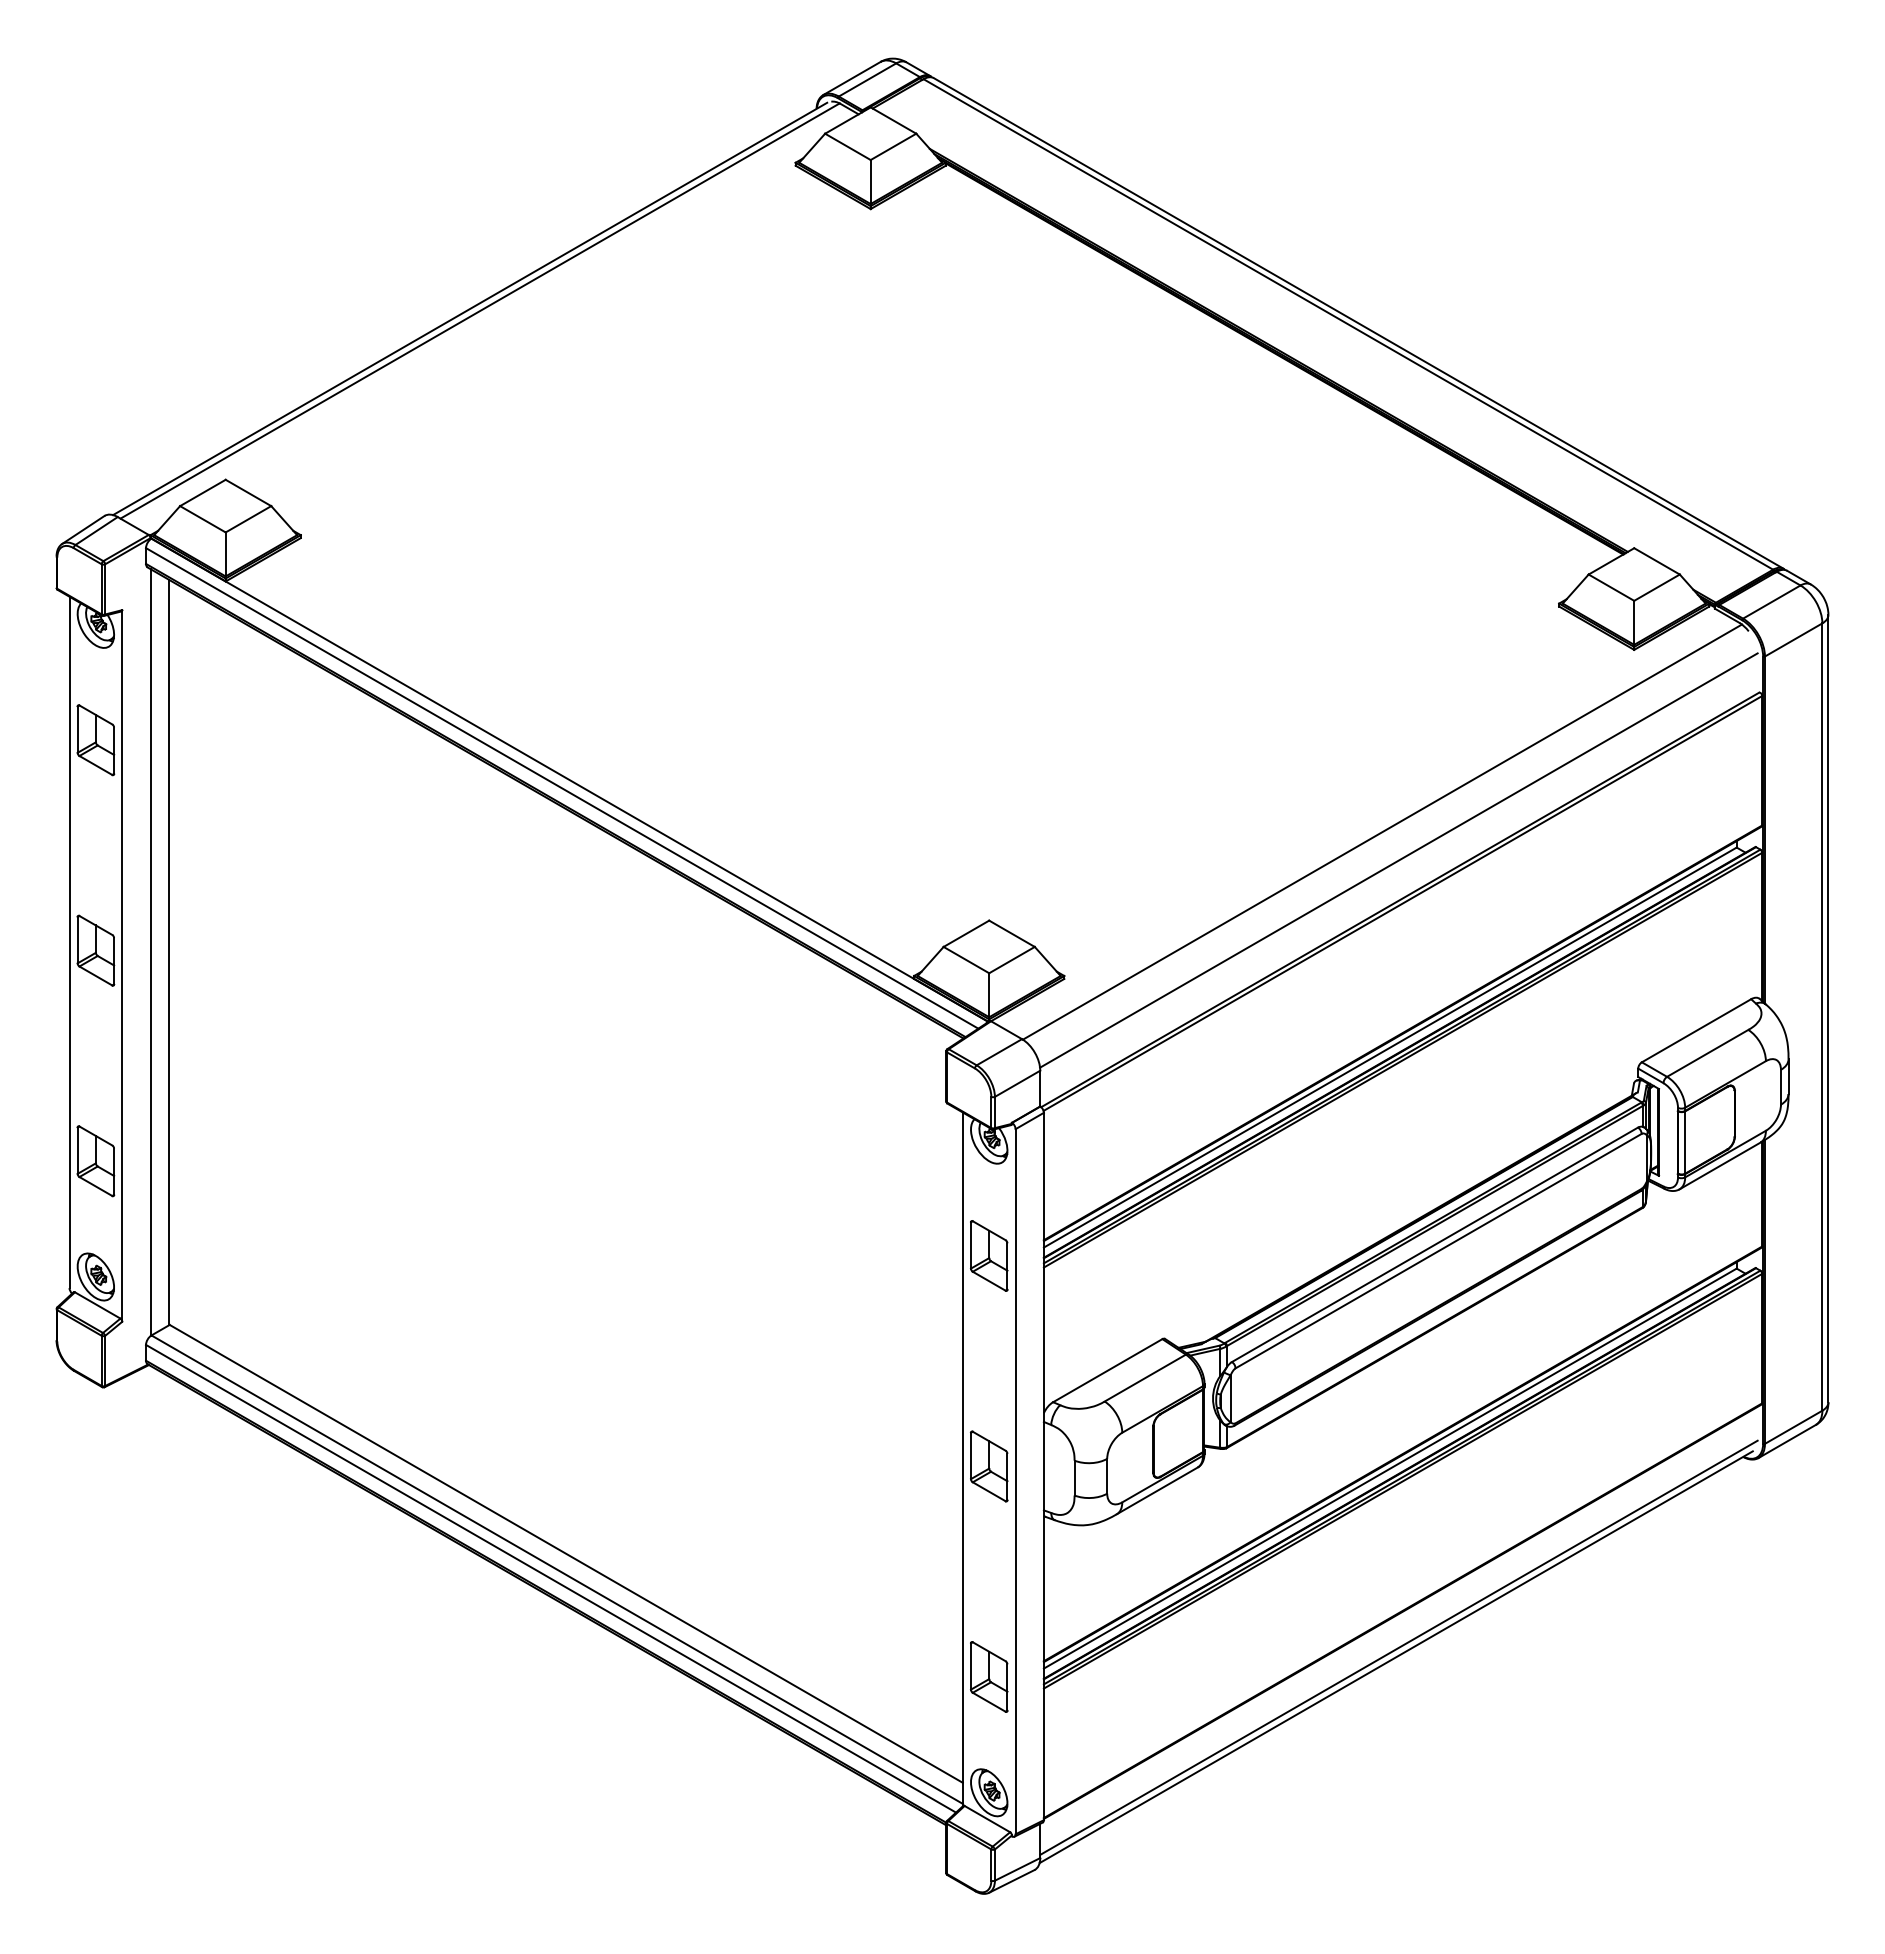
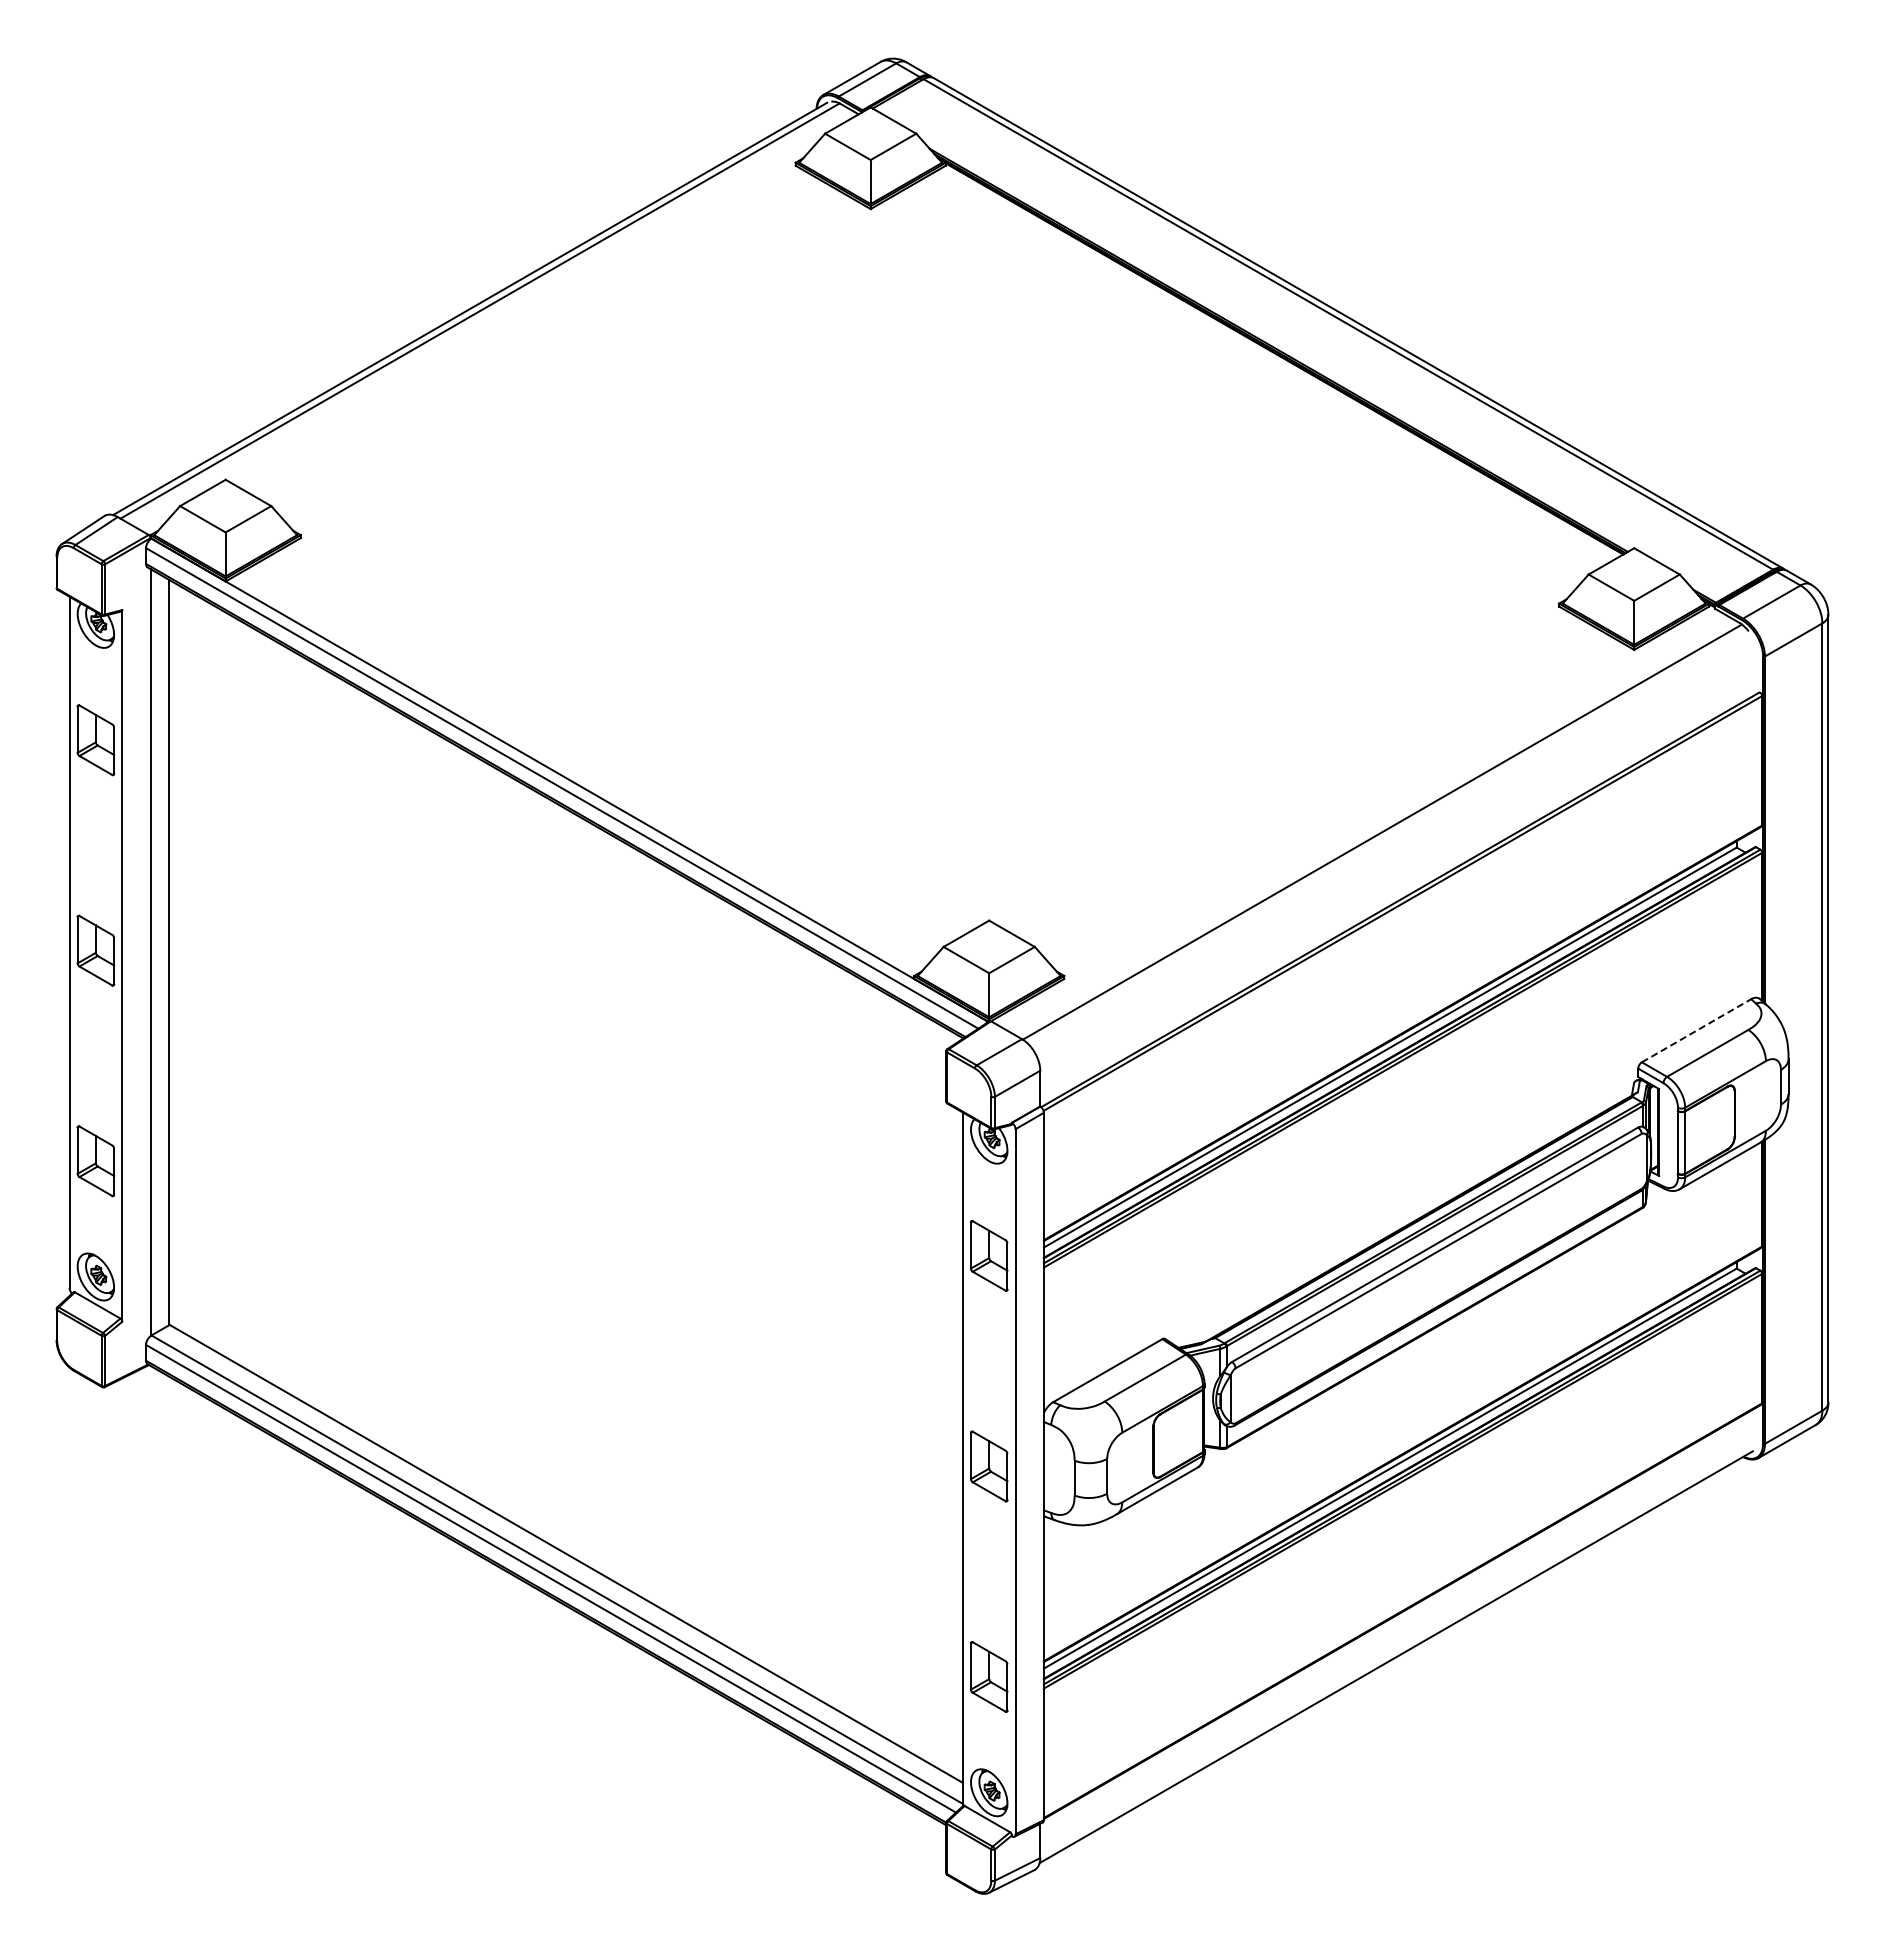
line at (1398, 860): present -> none
line at (1696, 1030): solid -> dashed
line at (1398, 1647): present -> none
